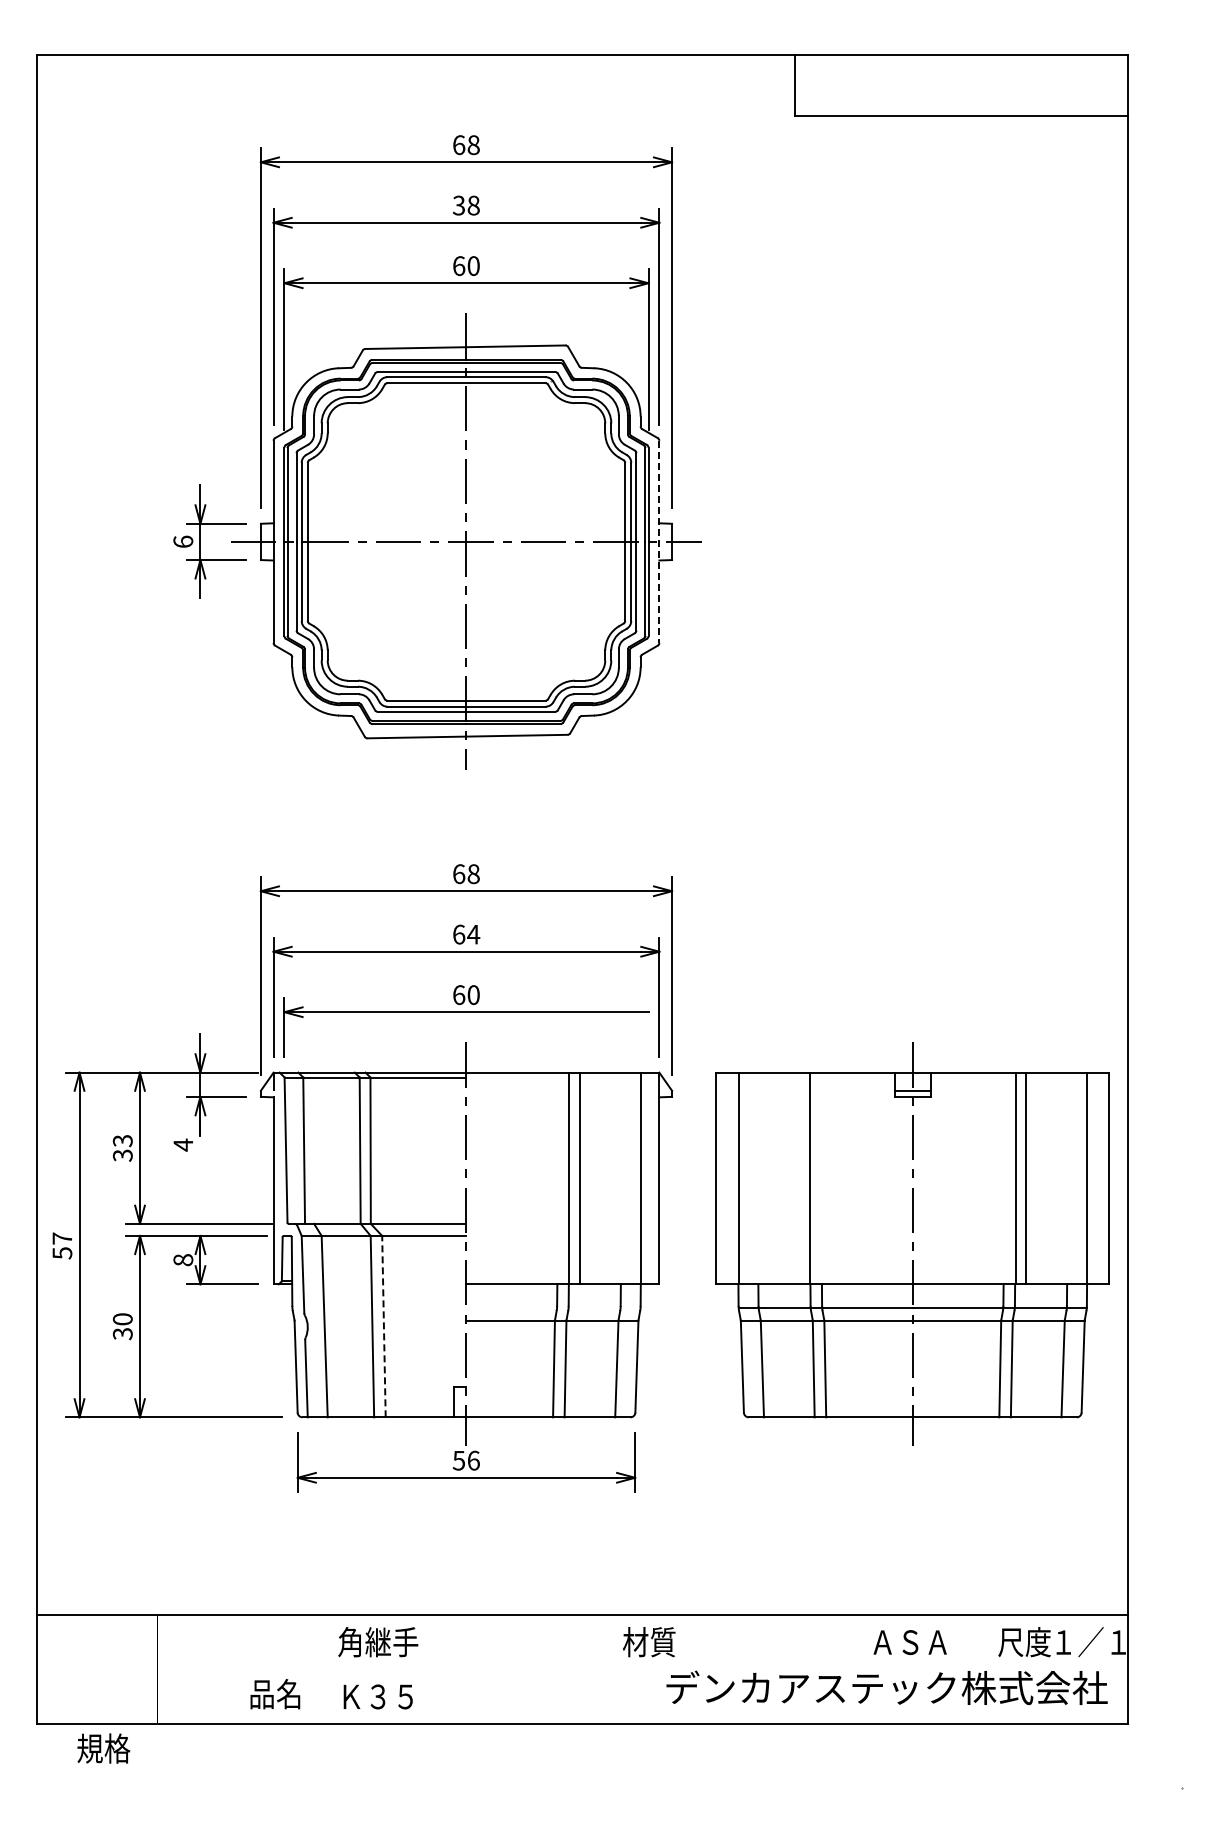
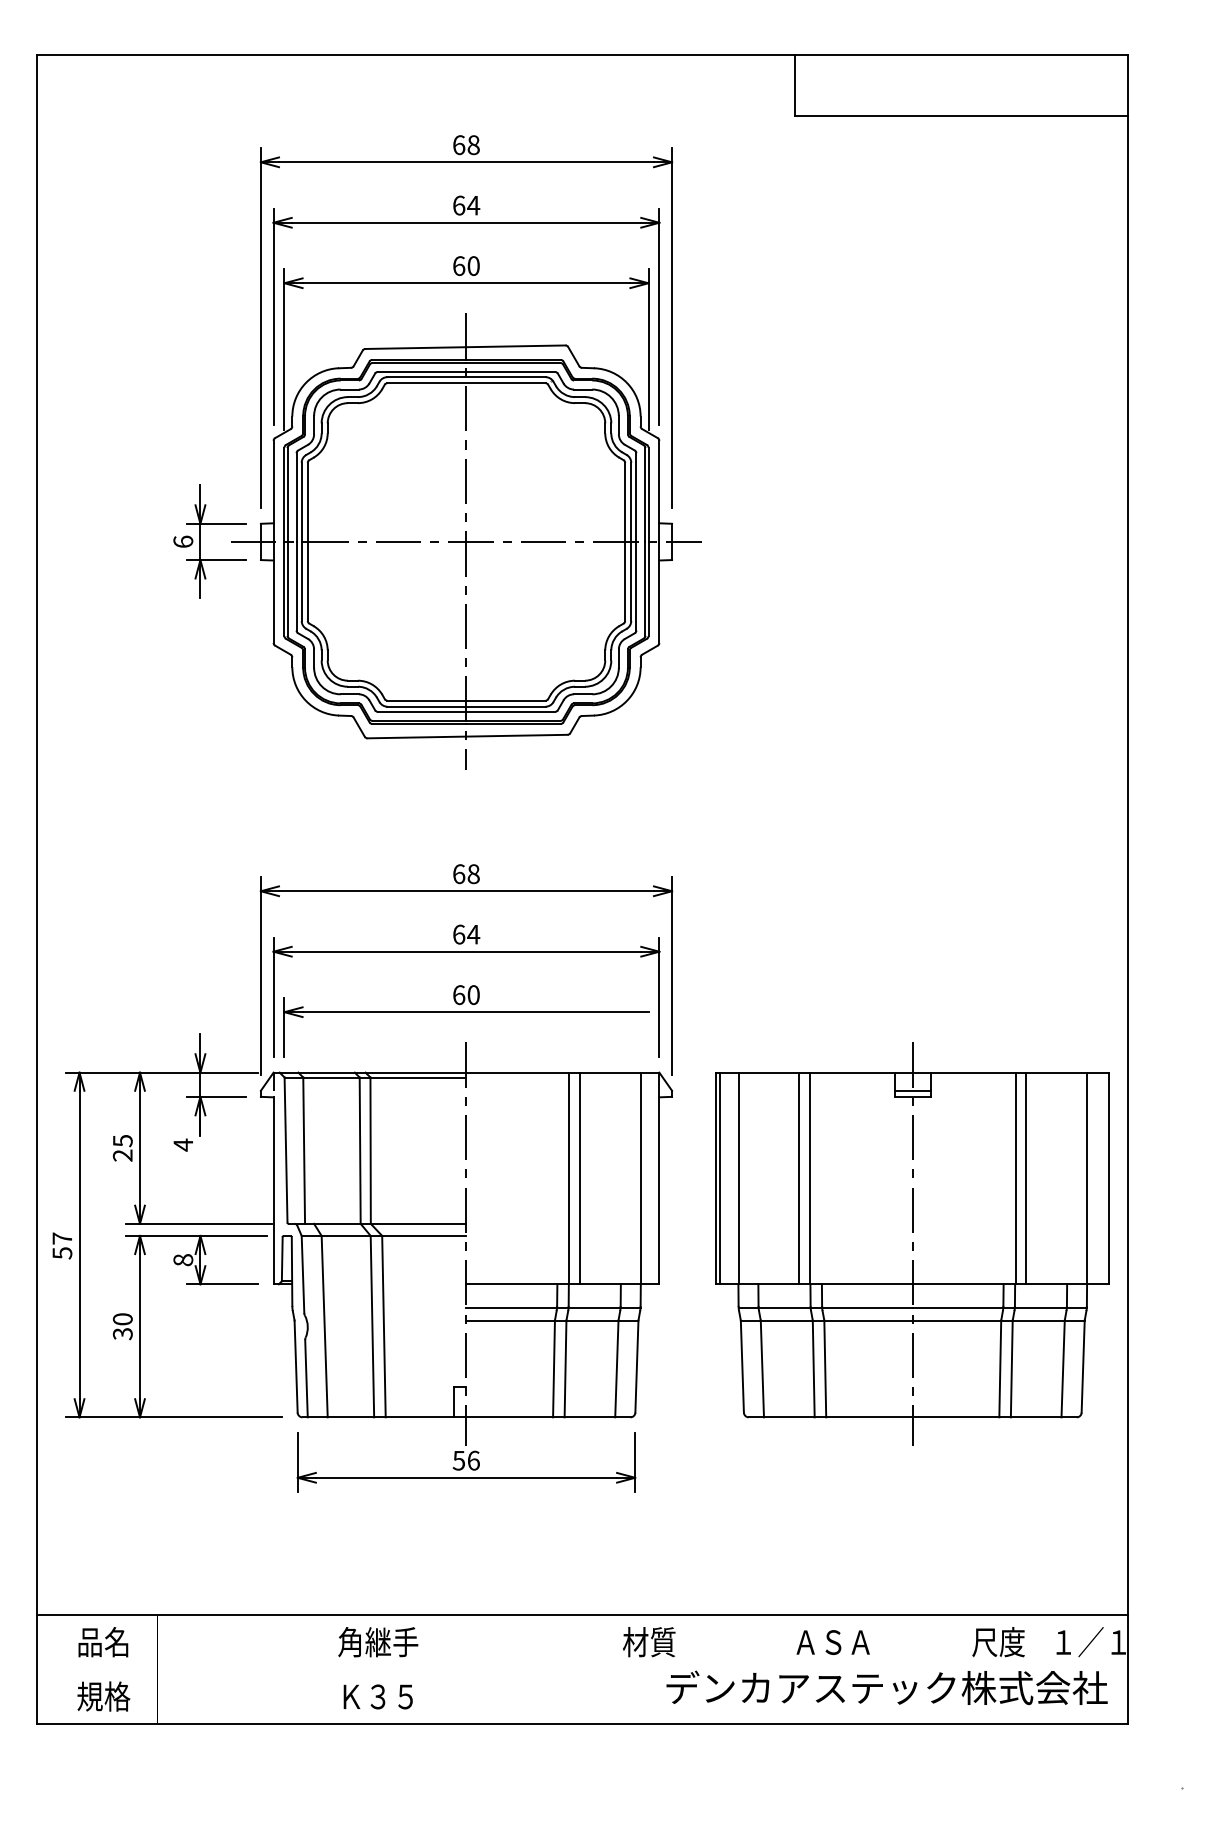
text at (466, 205): 38 -> 64
line at (659, 542): dashed -> solid
text at (122, 1148): 33 -> 25
line at (719, 1178): none -> present
line at (799, 1178): none -> present
line at (553, 1308): none -> present
line at (383, 1326): dashed -> solid
text at (909, 1642) position: (909, 1642) -> (832, 1642)
text at (1024, 1642) position: (1024, 1642) -> (998, 1642)
text at (275, 1694) position: (275, 1694) -> (103, 1642)
text at (103, 1748) position: (103, 1748) -> (103, 1696)
